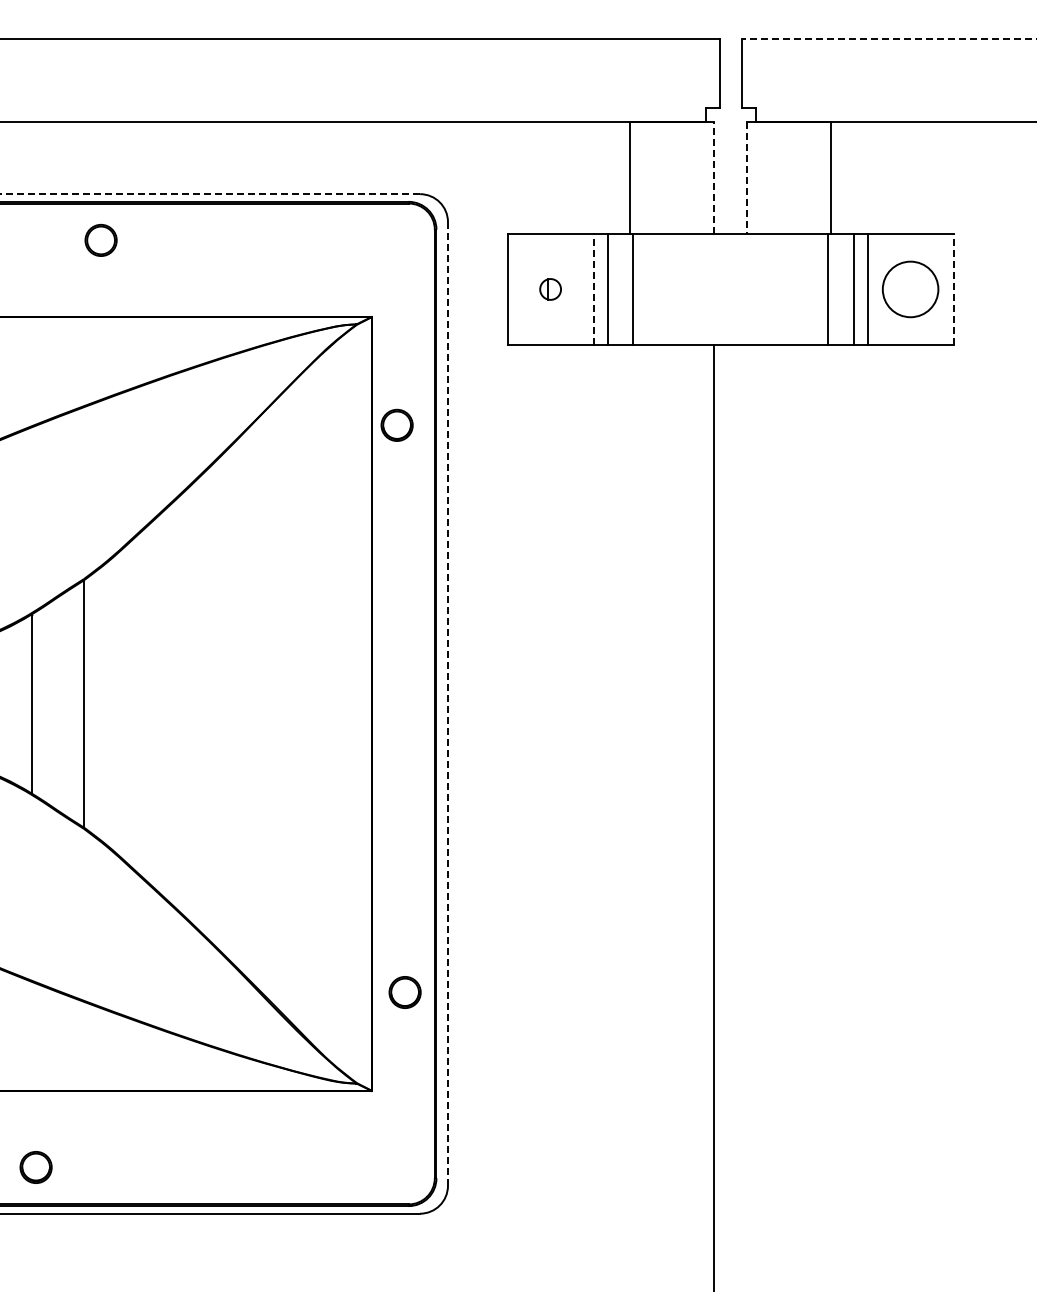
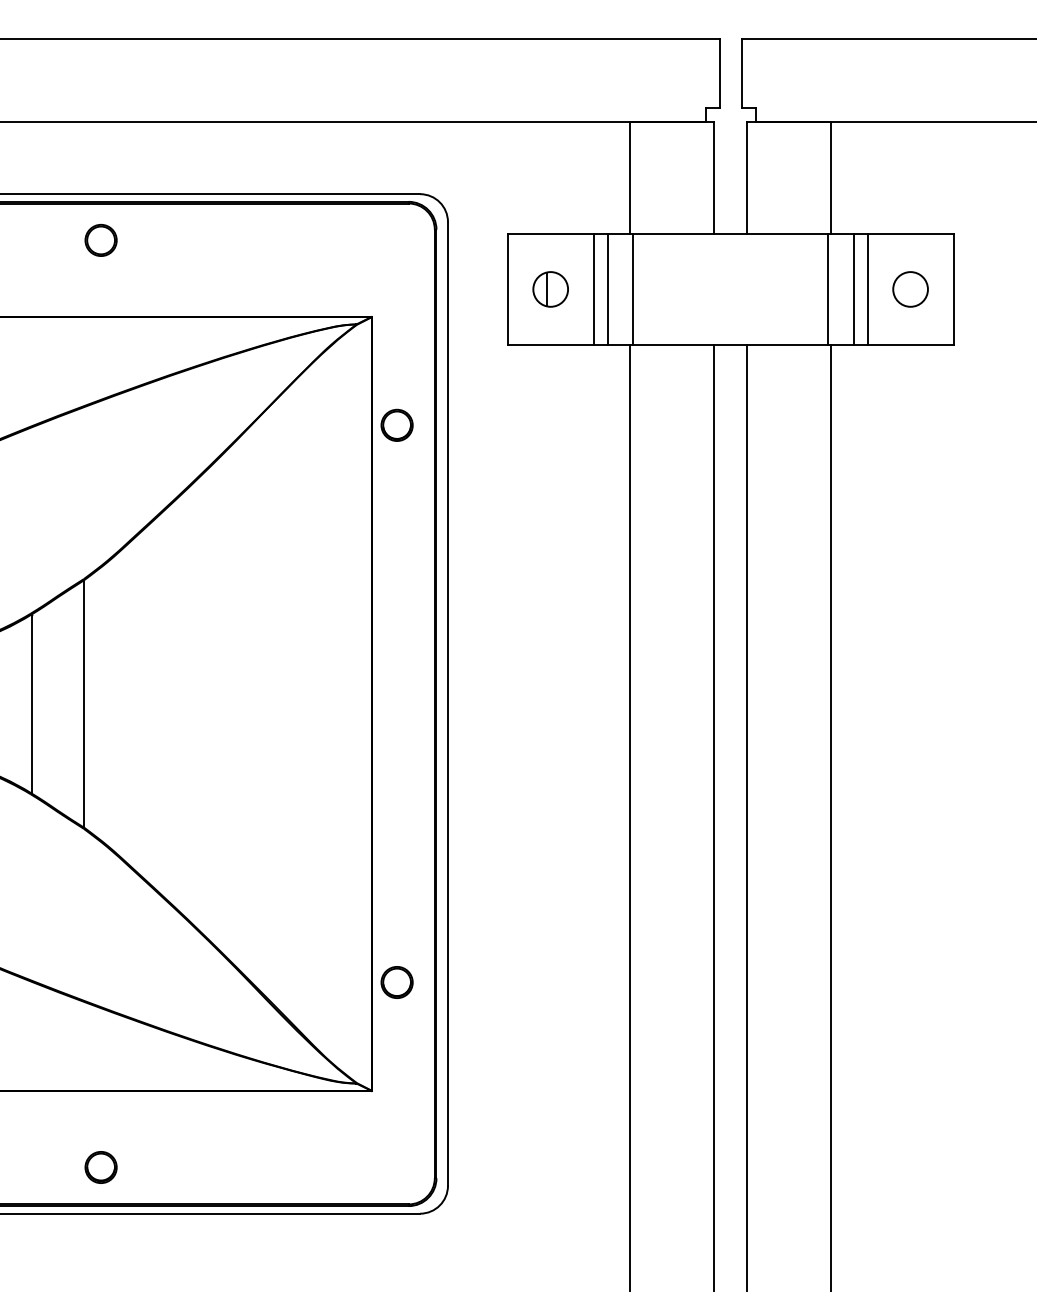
line at (888, 38): dashed -> solid
line at (713, 178): dashed -> solid
line at (747, 178): dashed -> solid
line at (210, 194): dashed -> solid
part at (550, 289) size: 23x23 px -> 37x37 px
line at (593, 289): dashed -> solid
circle at (910, 289) diameter: 56 px -> 35 px
line at (953, 289): dashed -> solid
line at (447, 703): dashed -> solid
line at (630, 816): none -> present
line at (747, 816): none -> present
line at (830, 816): none -> present
part at (404, 992) position: (404, 992) -> (396, 982)
part at (35, 1167) position: (35, 1167) -> (100, 1167)
